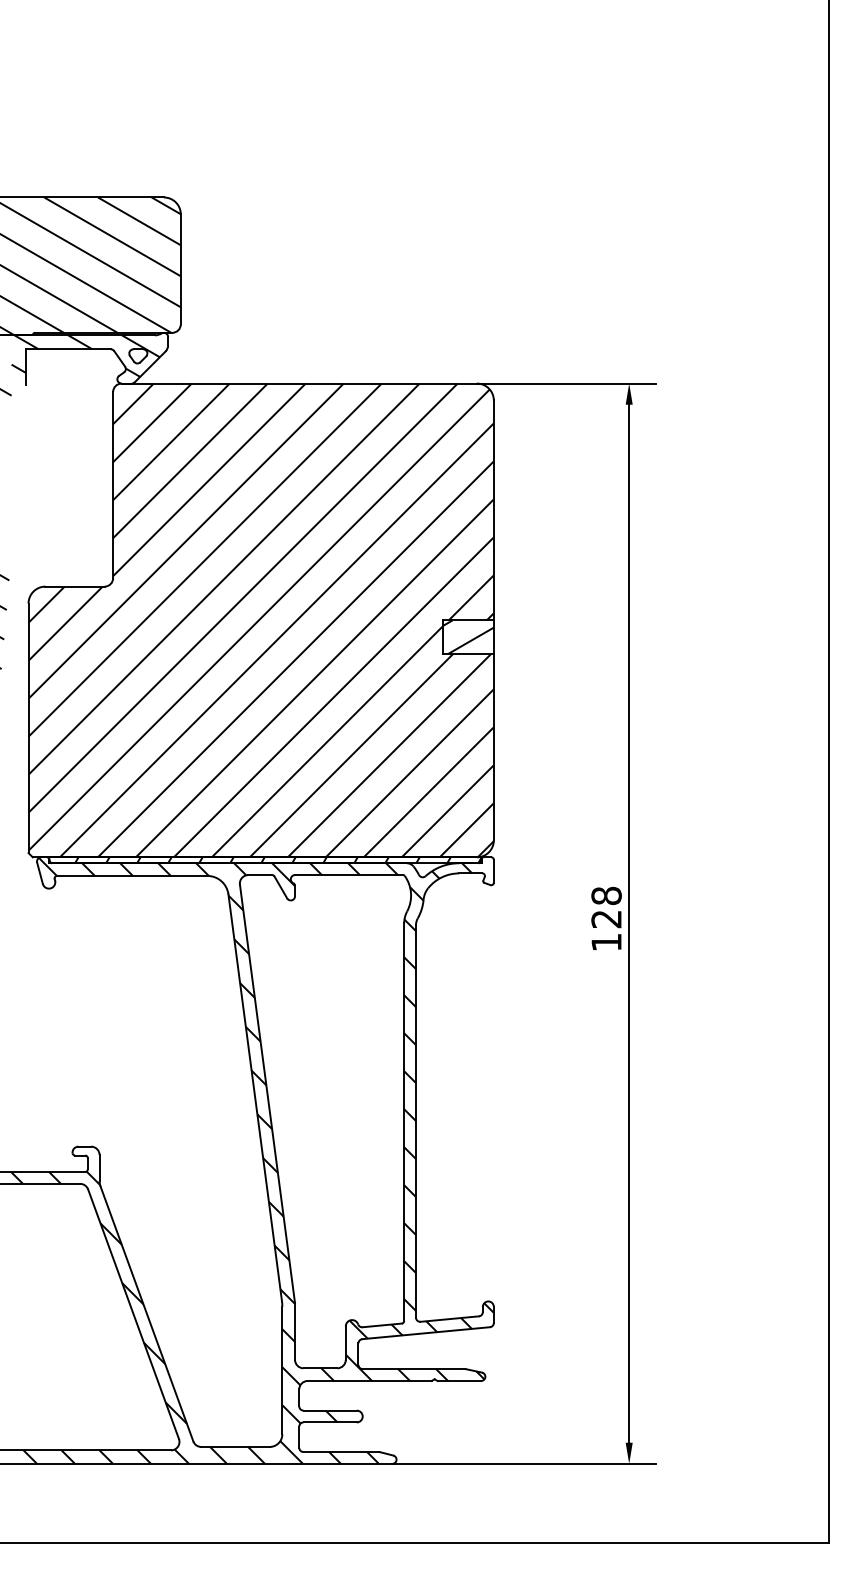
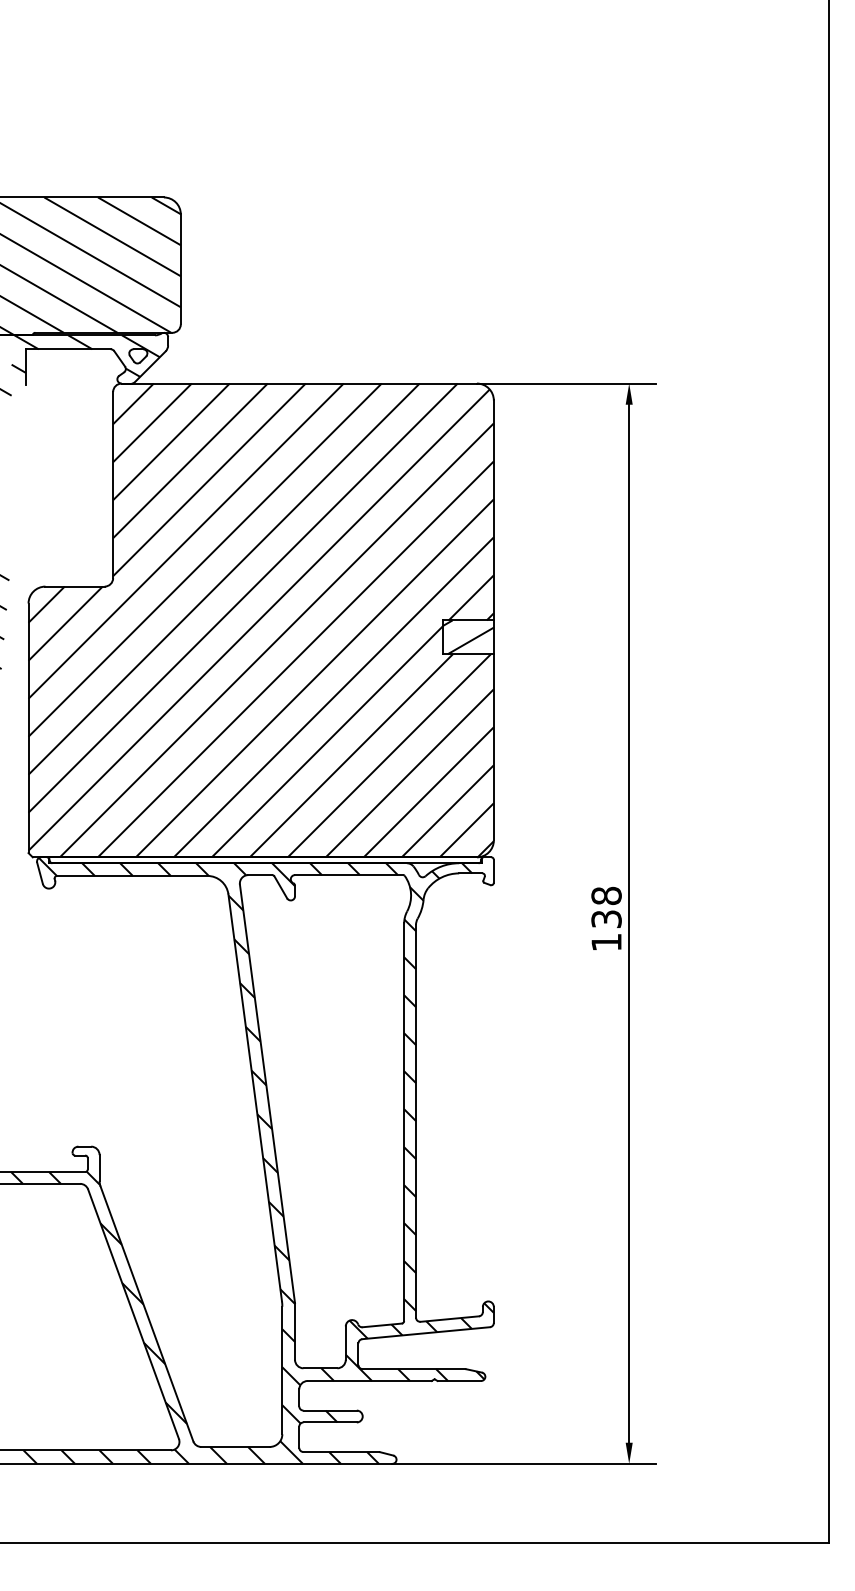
hatch at (278, 860): present -> none
text at (606, 919): 128 -> 138
